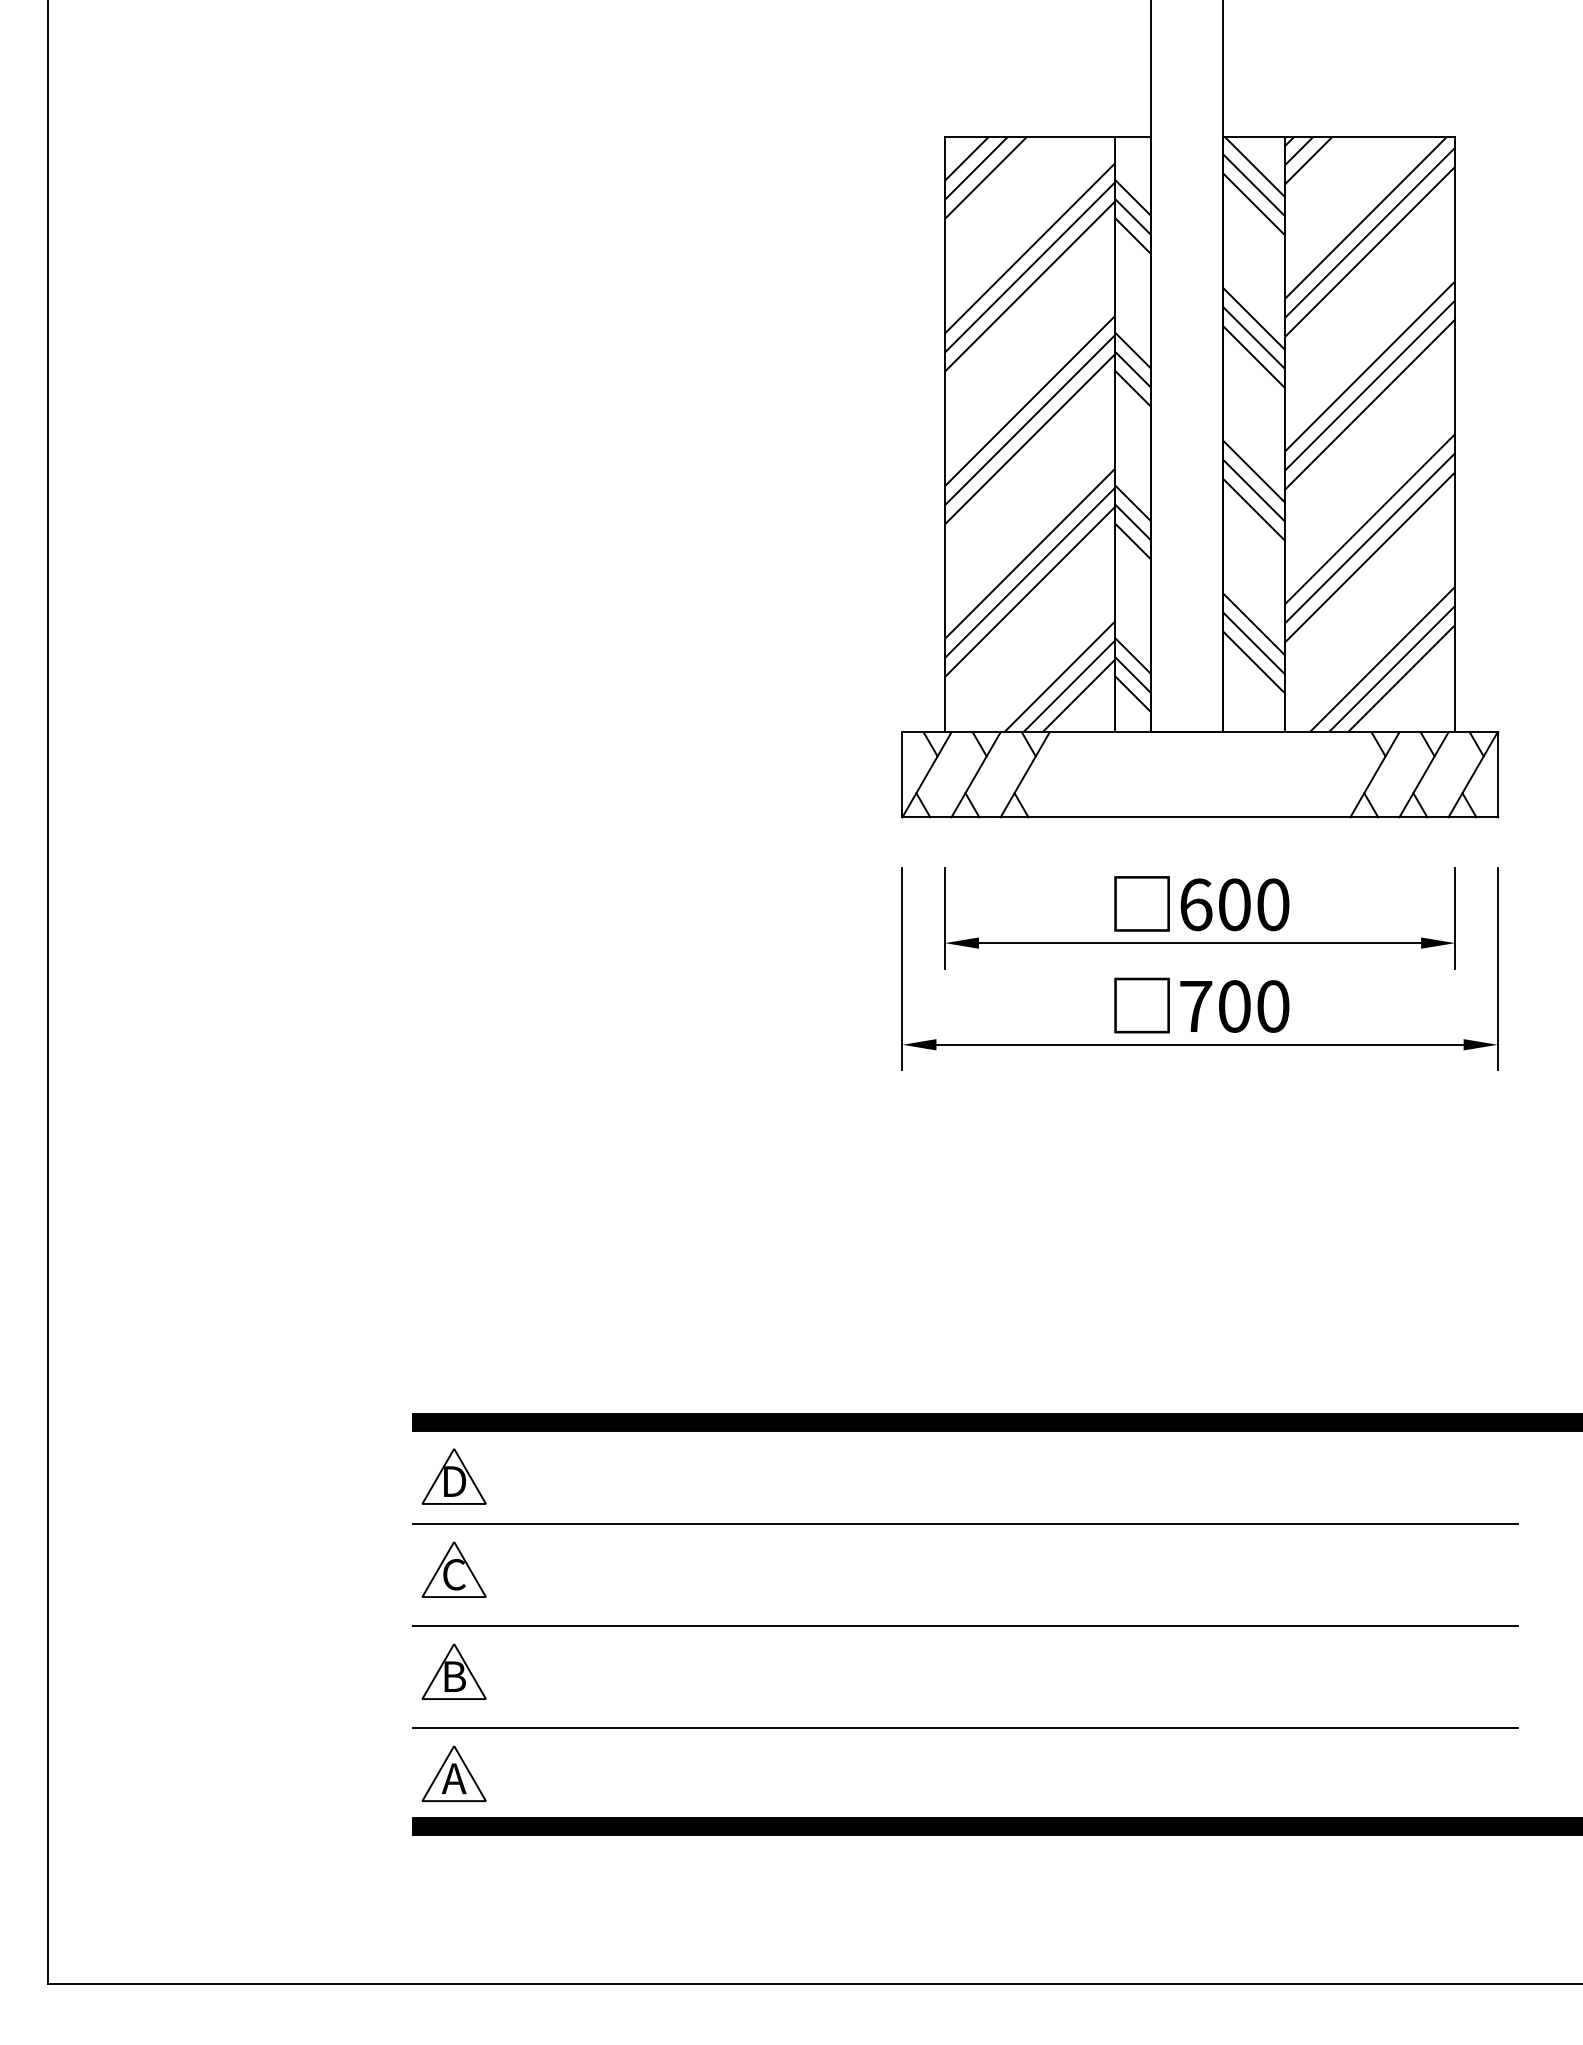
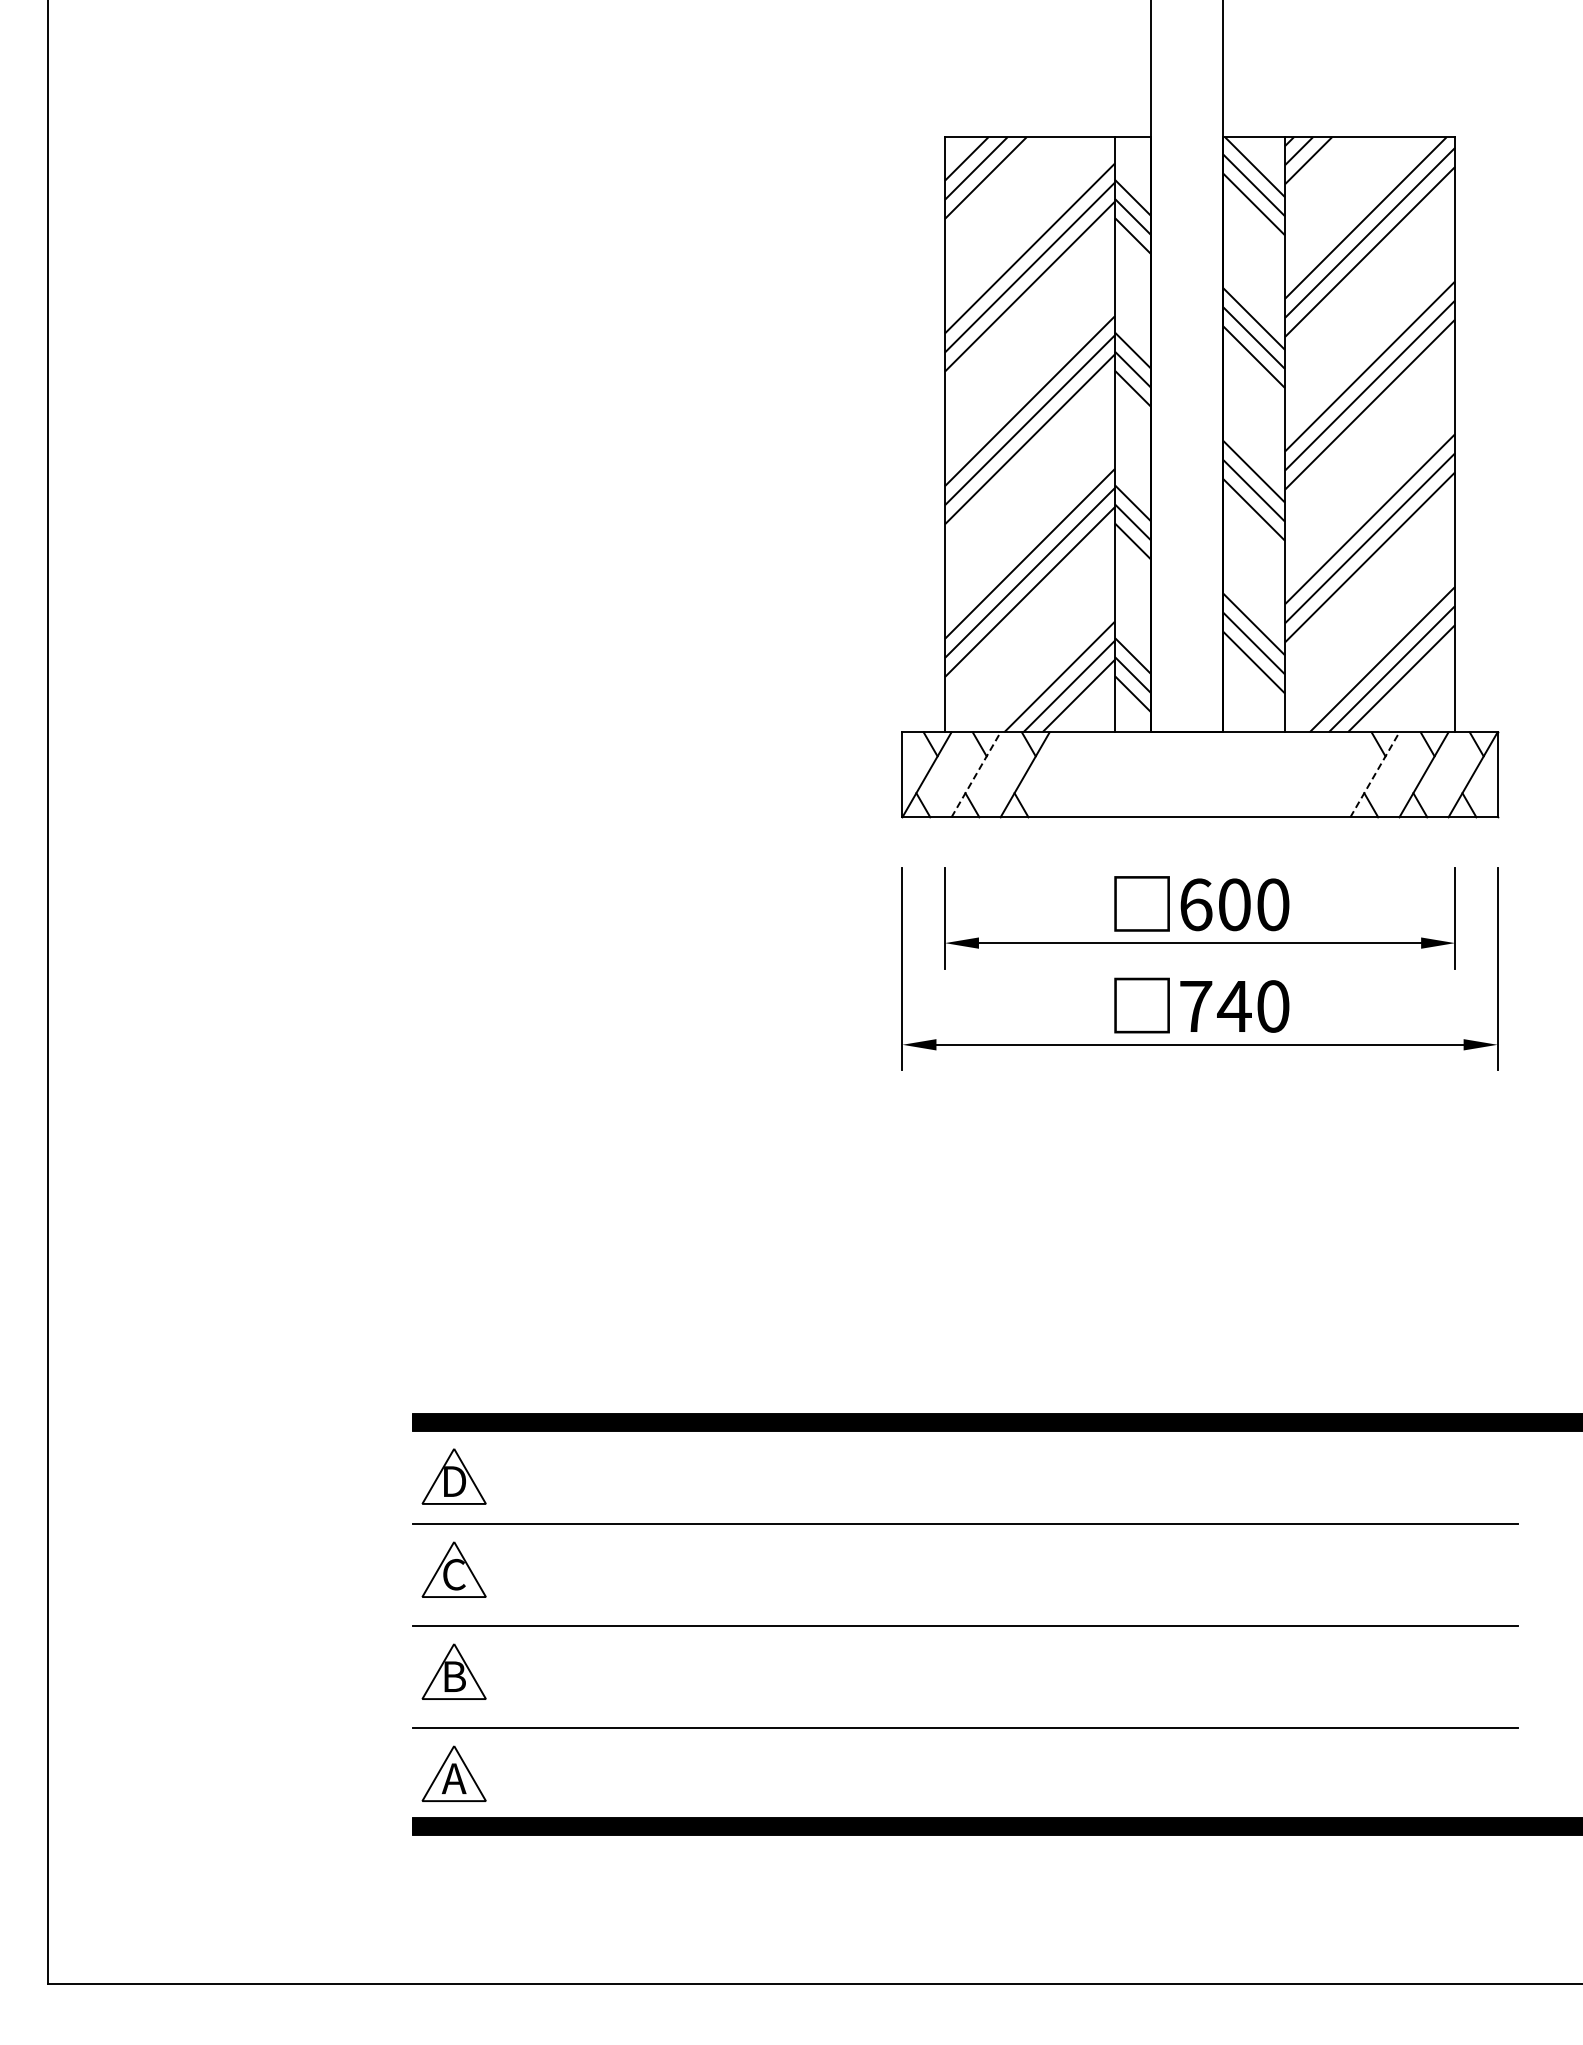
line at (976, 774): solid -> dashed
line at (1375, 774): solid -> dashed
text at (1234, 1006): 700 -> 740
